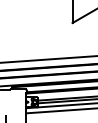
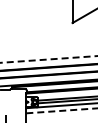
line at (49, 59): solid -> dashed
line at (62, 110): solid -> dashed
